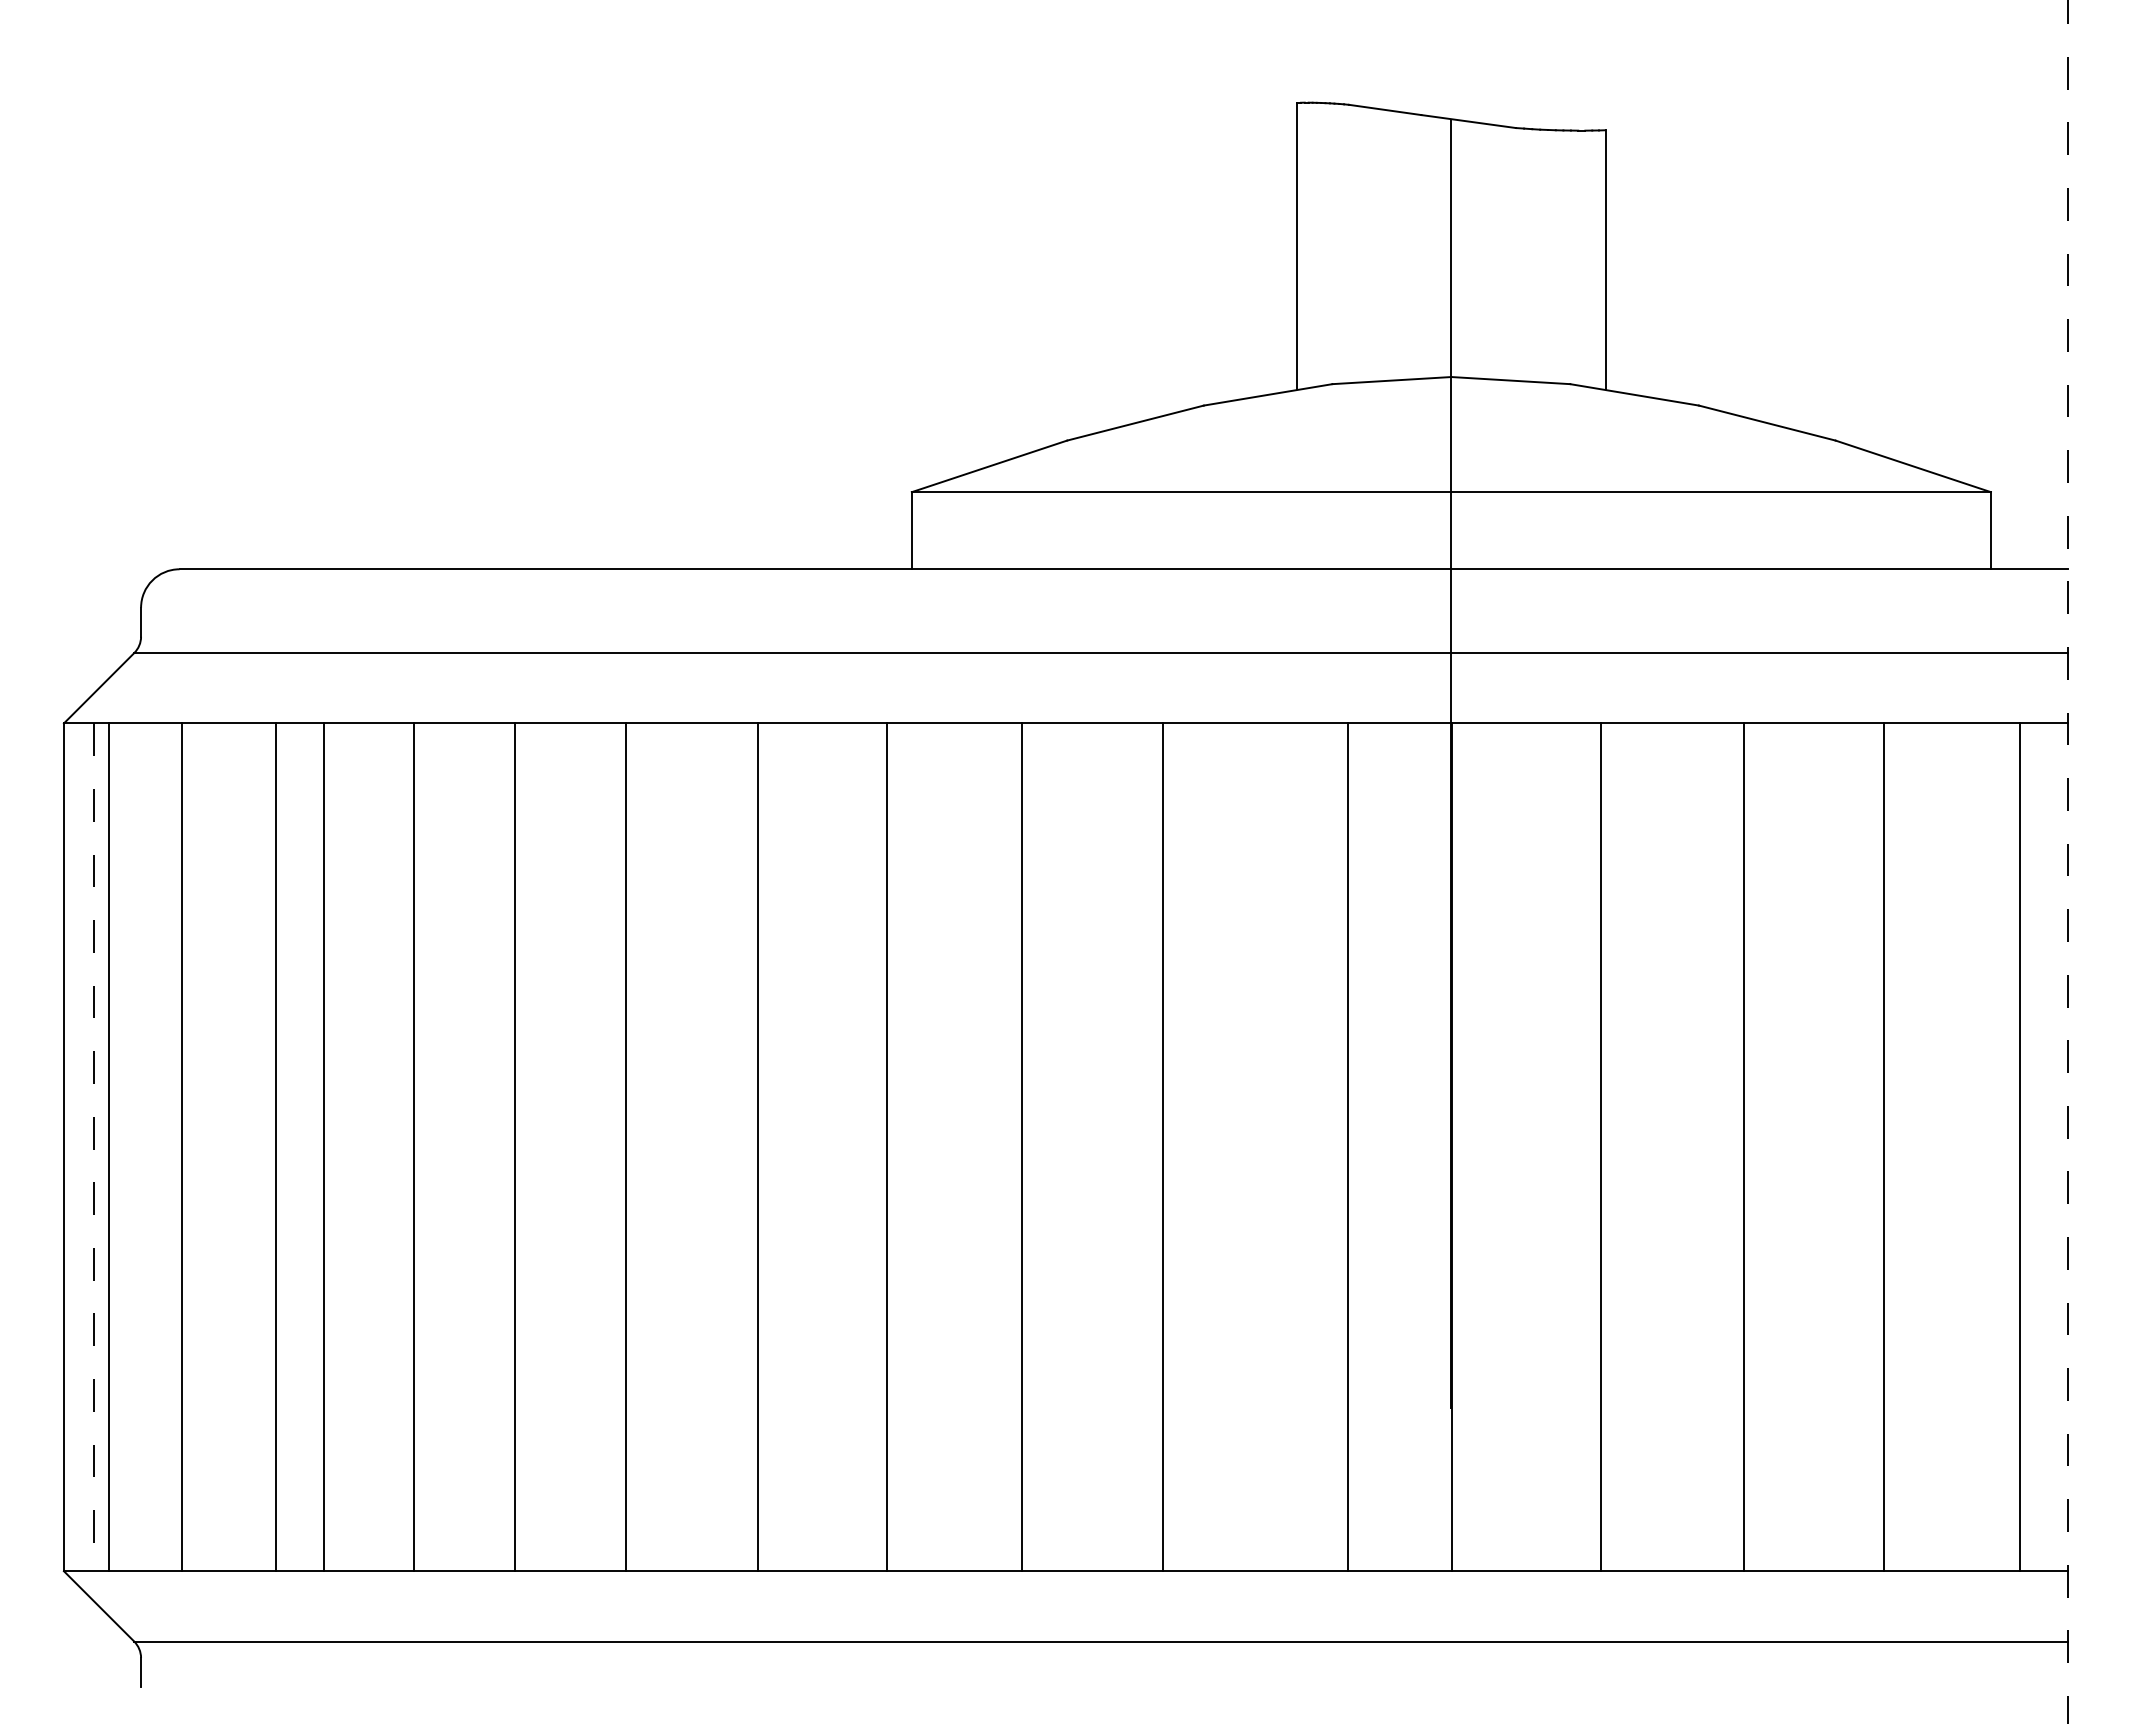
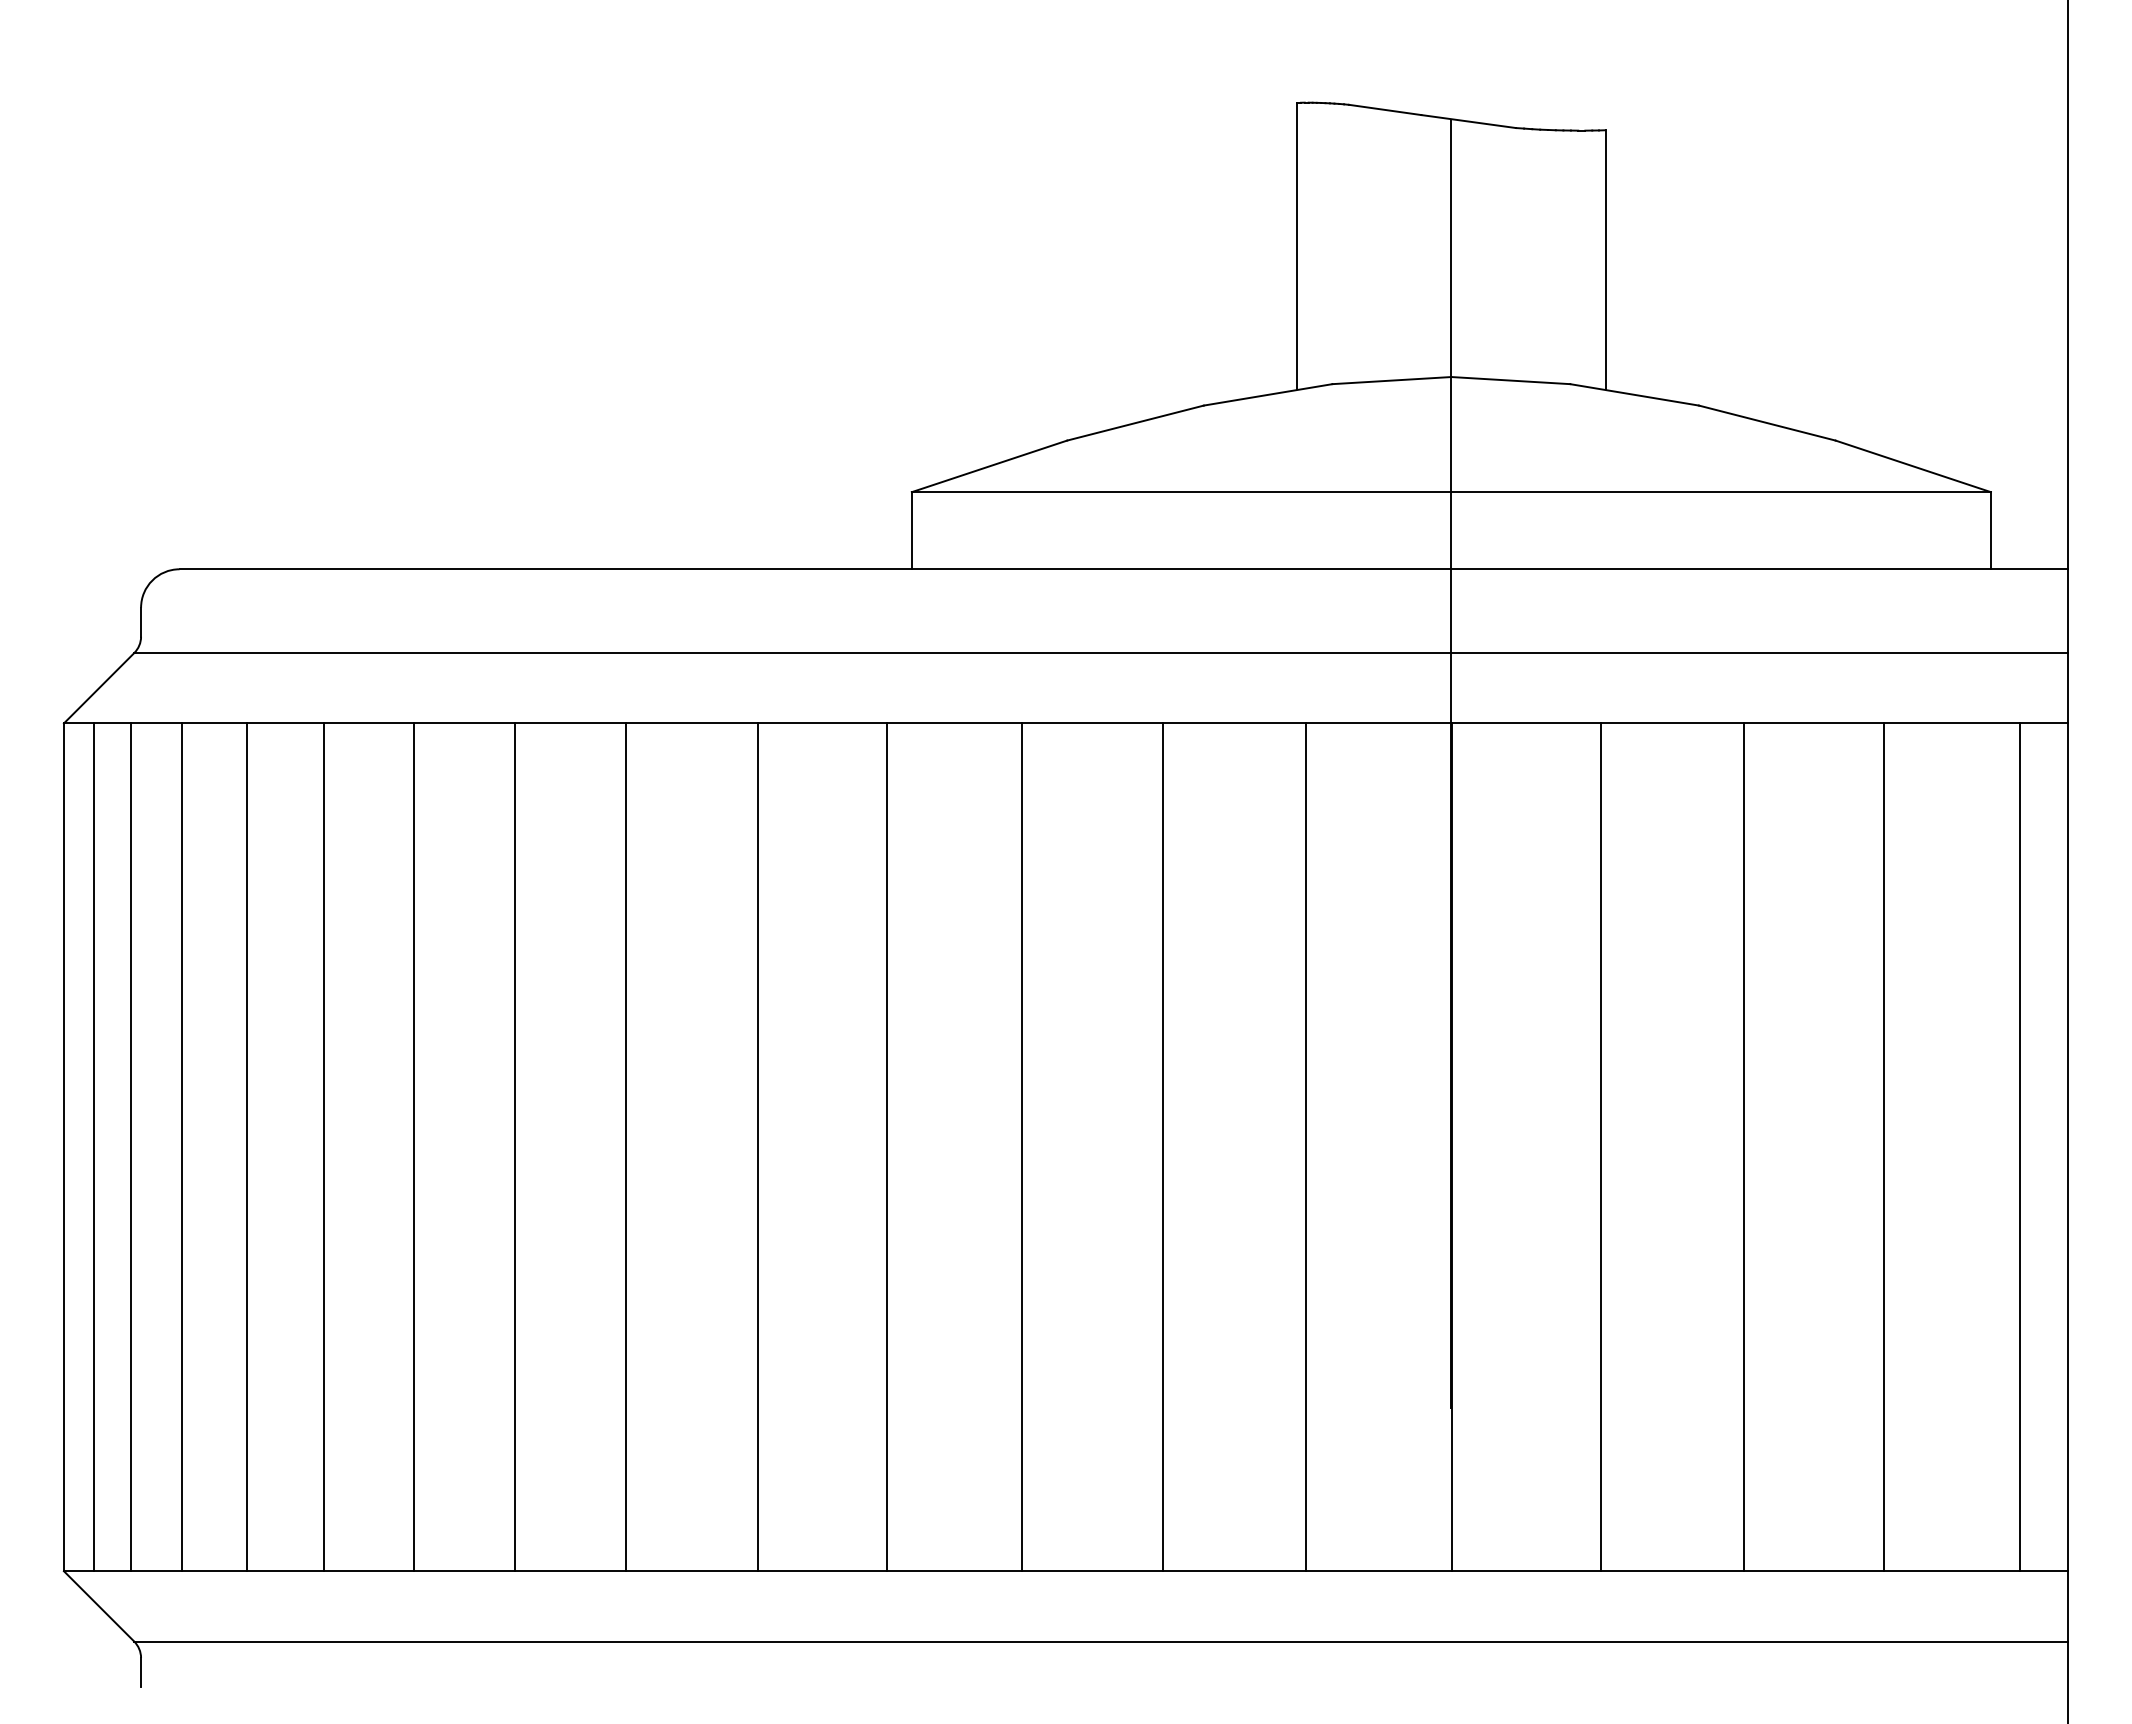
line at (2068, 862): dashed -> solid
line at (93, 1147): dashed -> solid
line at (108, 1147) position: (108, 1147) -> (130, 1147)
line at (275, 1147) position: (275, 1147) -> (246, 1147)
line at (1348, 1147) position: (1348, 1147) -> (1306, 1147)
